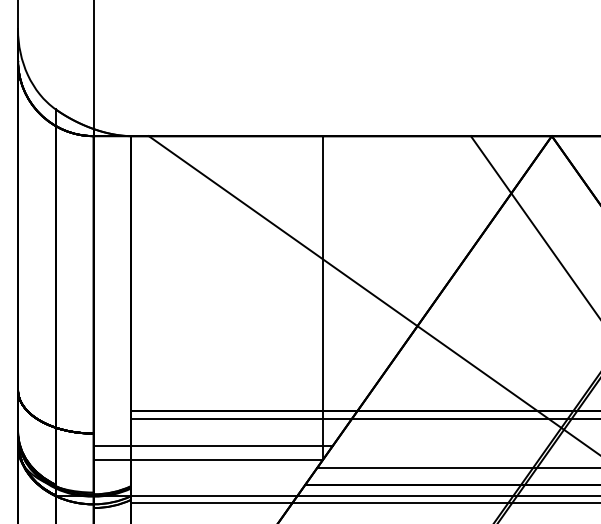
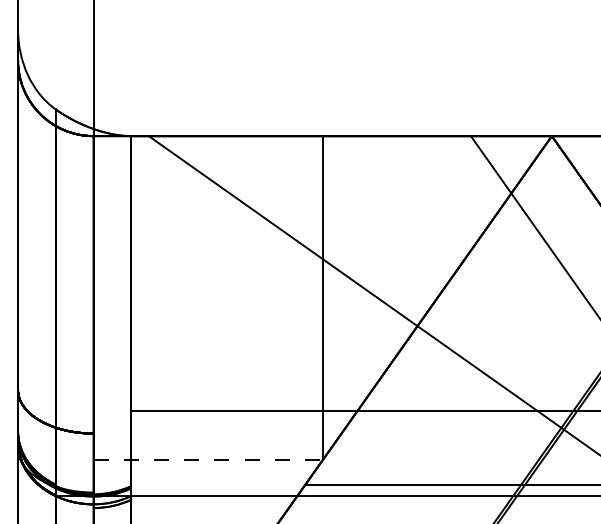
line at (364, 419): present -> none
line at (212, 445): present -> none
line at (208, 460): solid -> dashed
line at (457, 468): present -> none
line at (364, 502): present -> none
